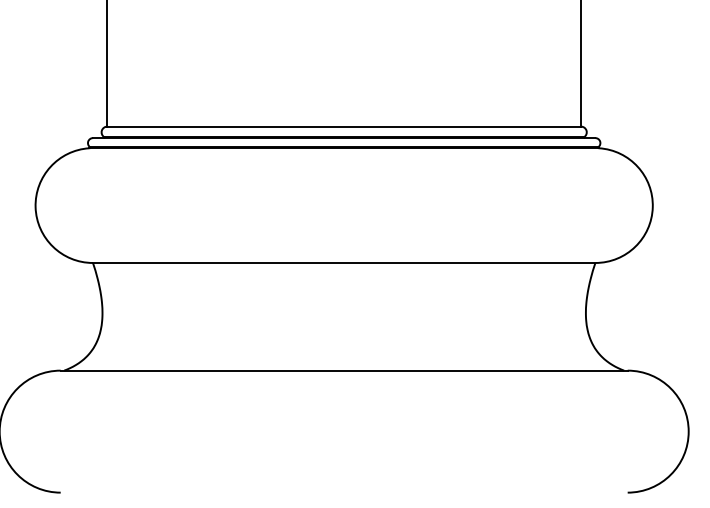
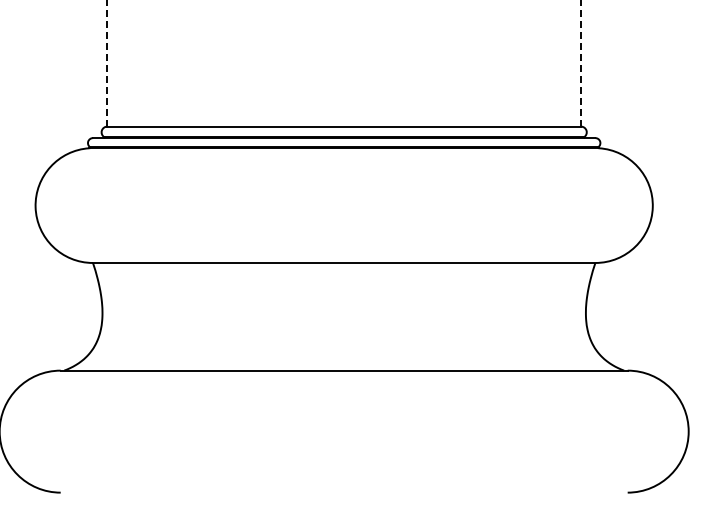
line at (107, 63): solid -> dashed
line at (581, 63): solid -> dashed
